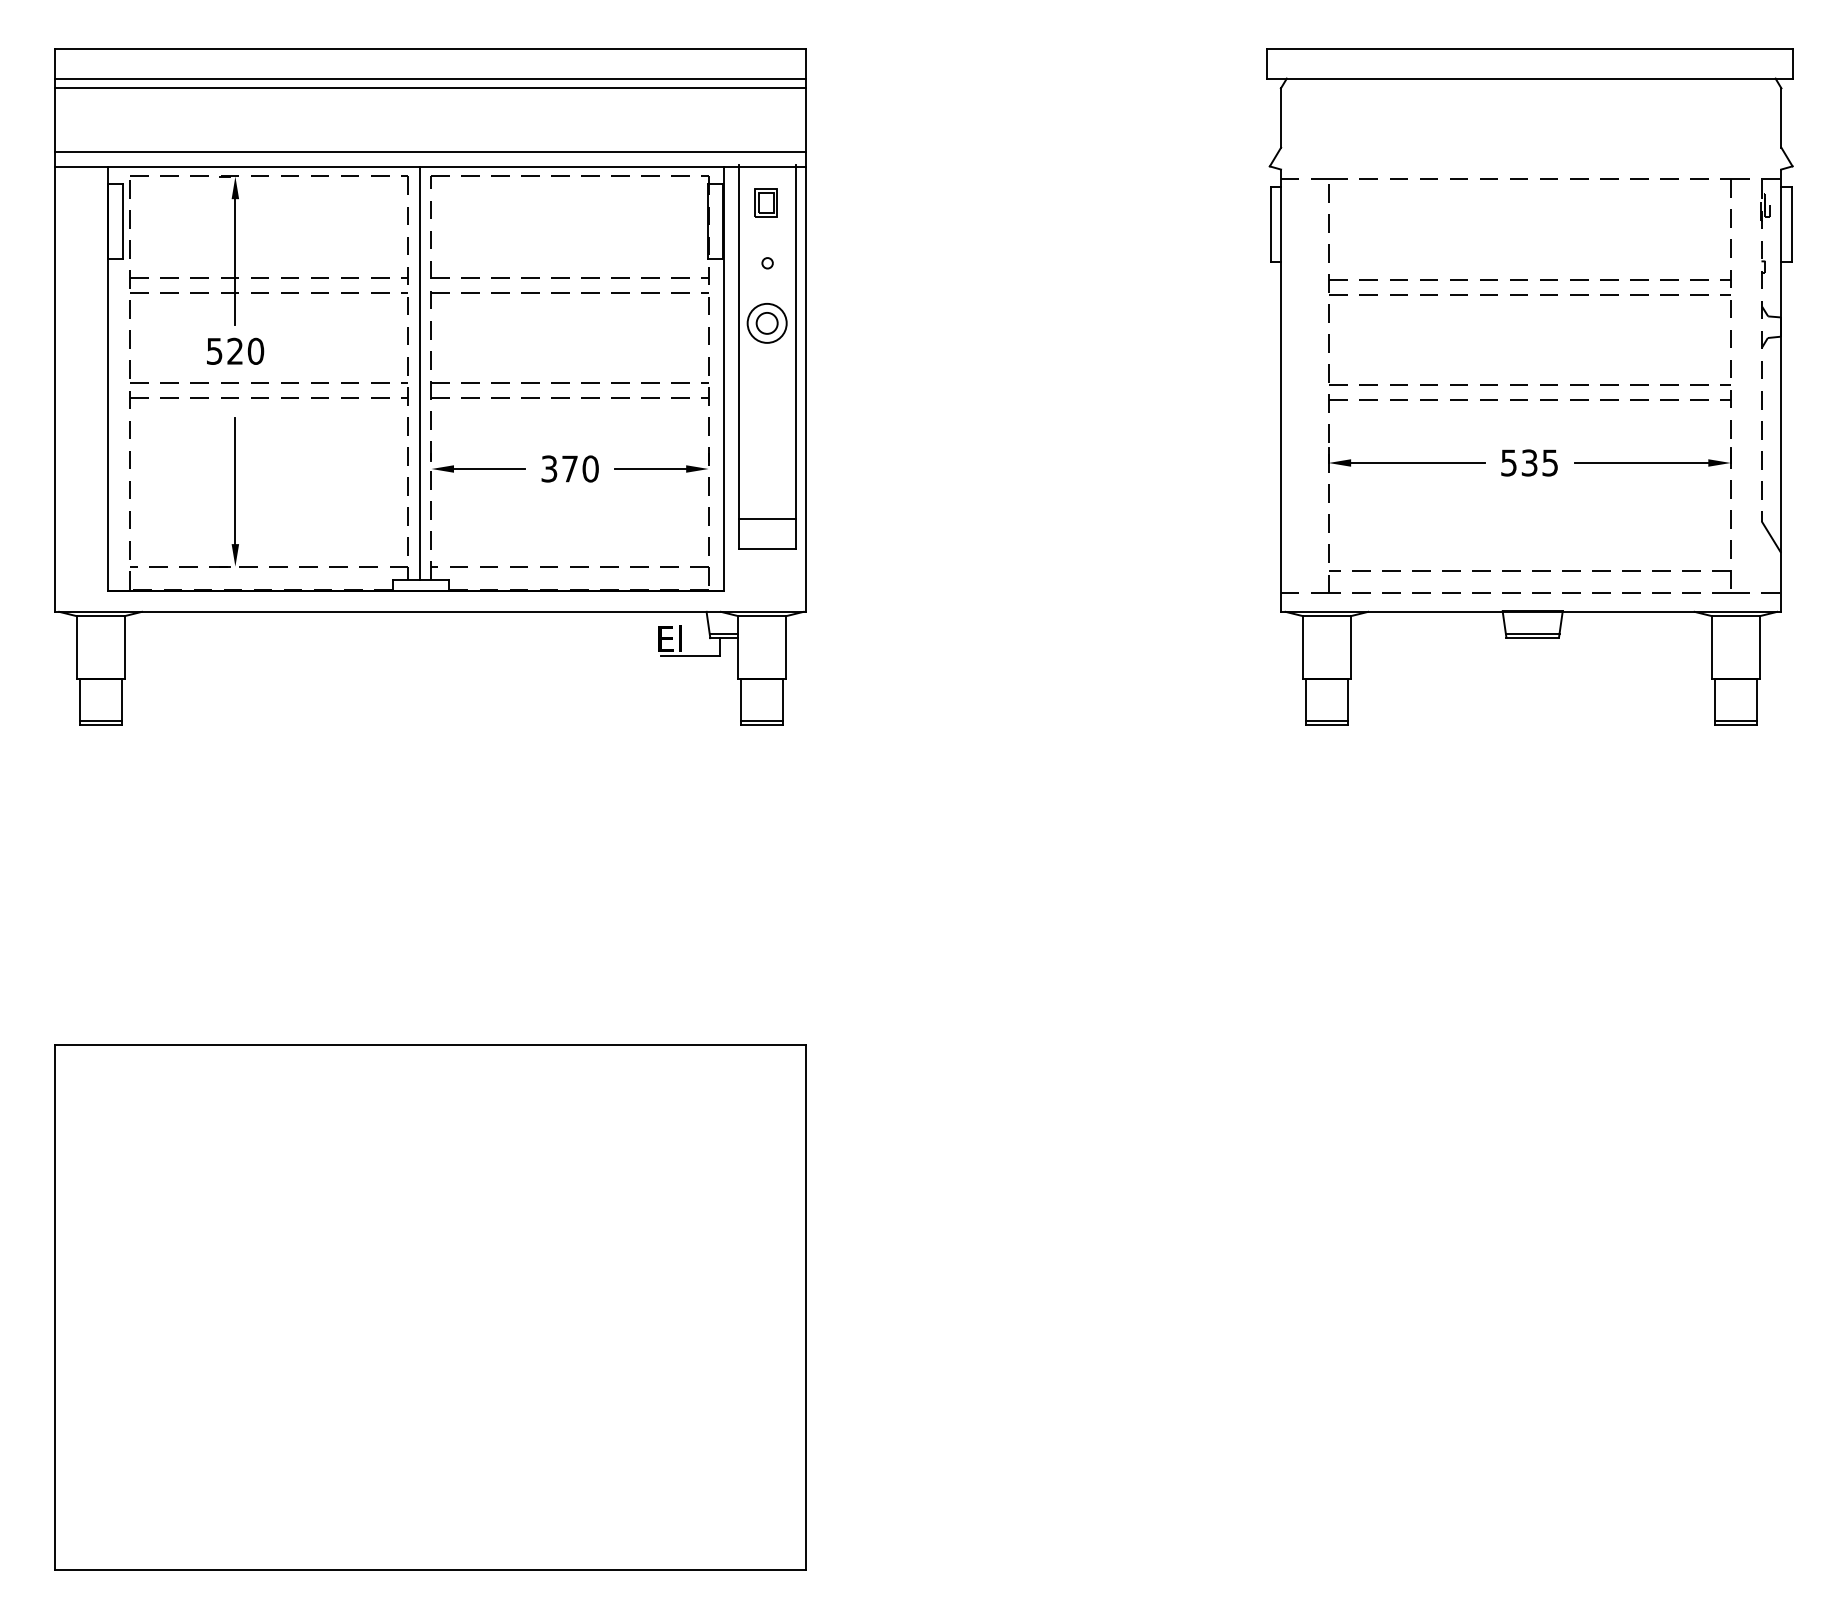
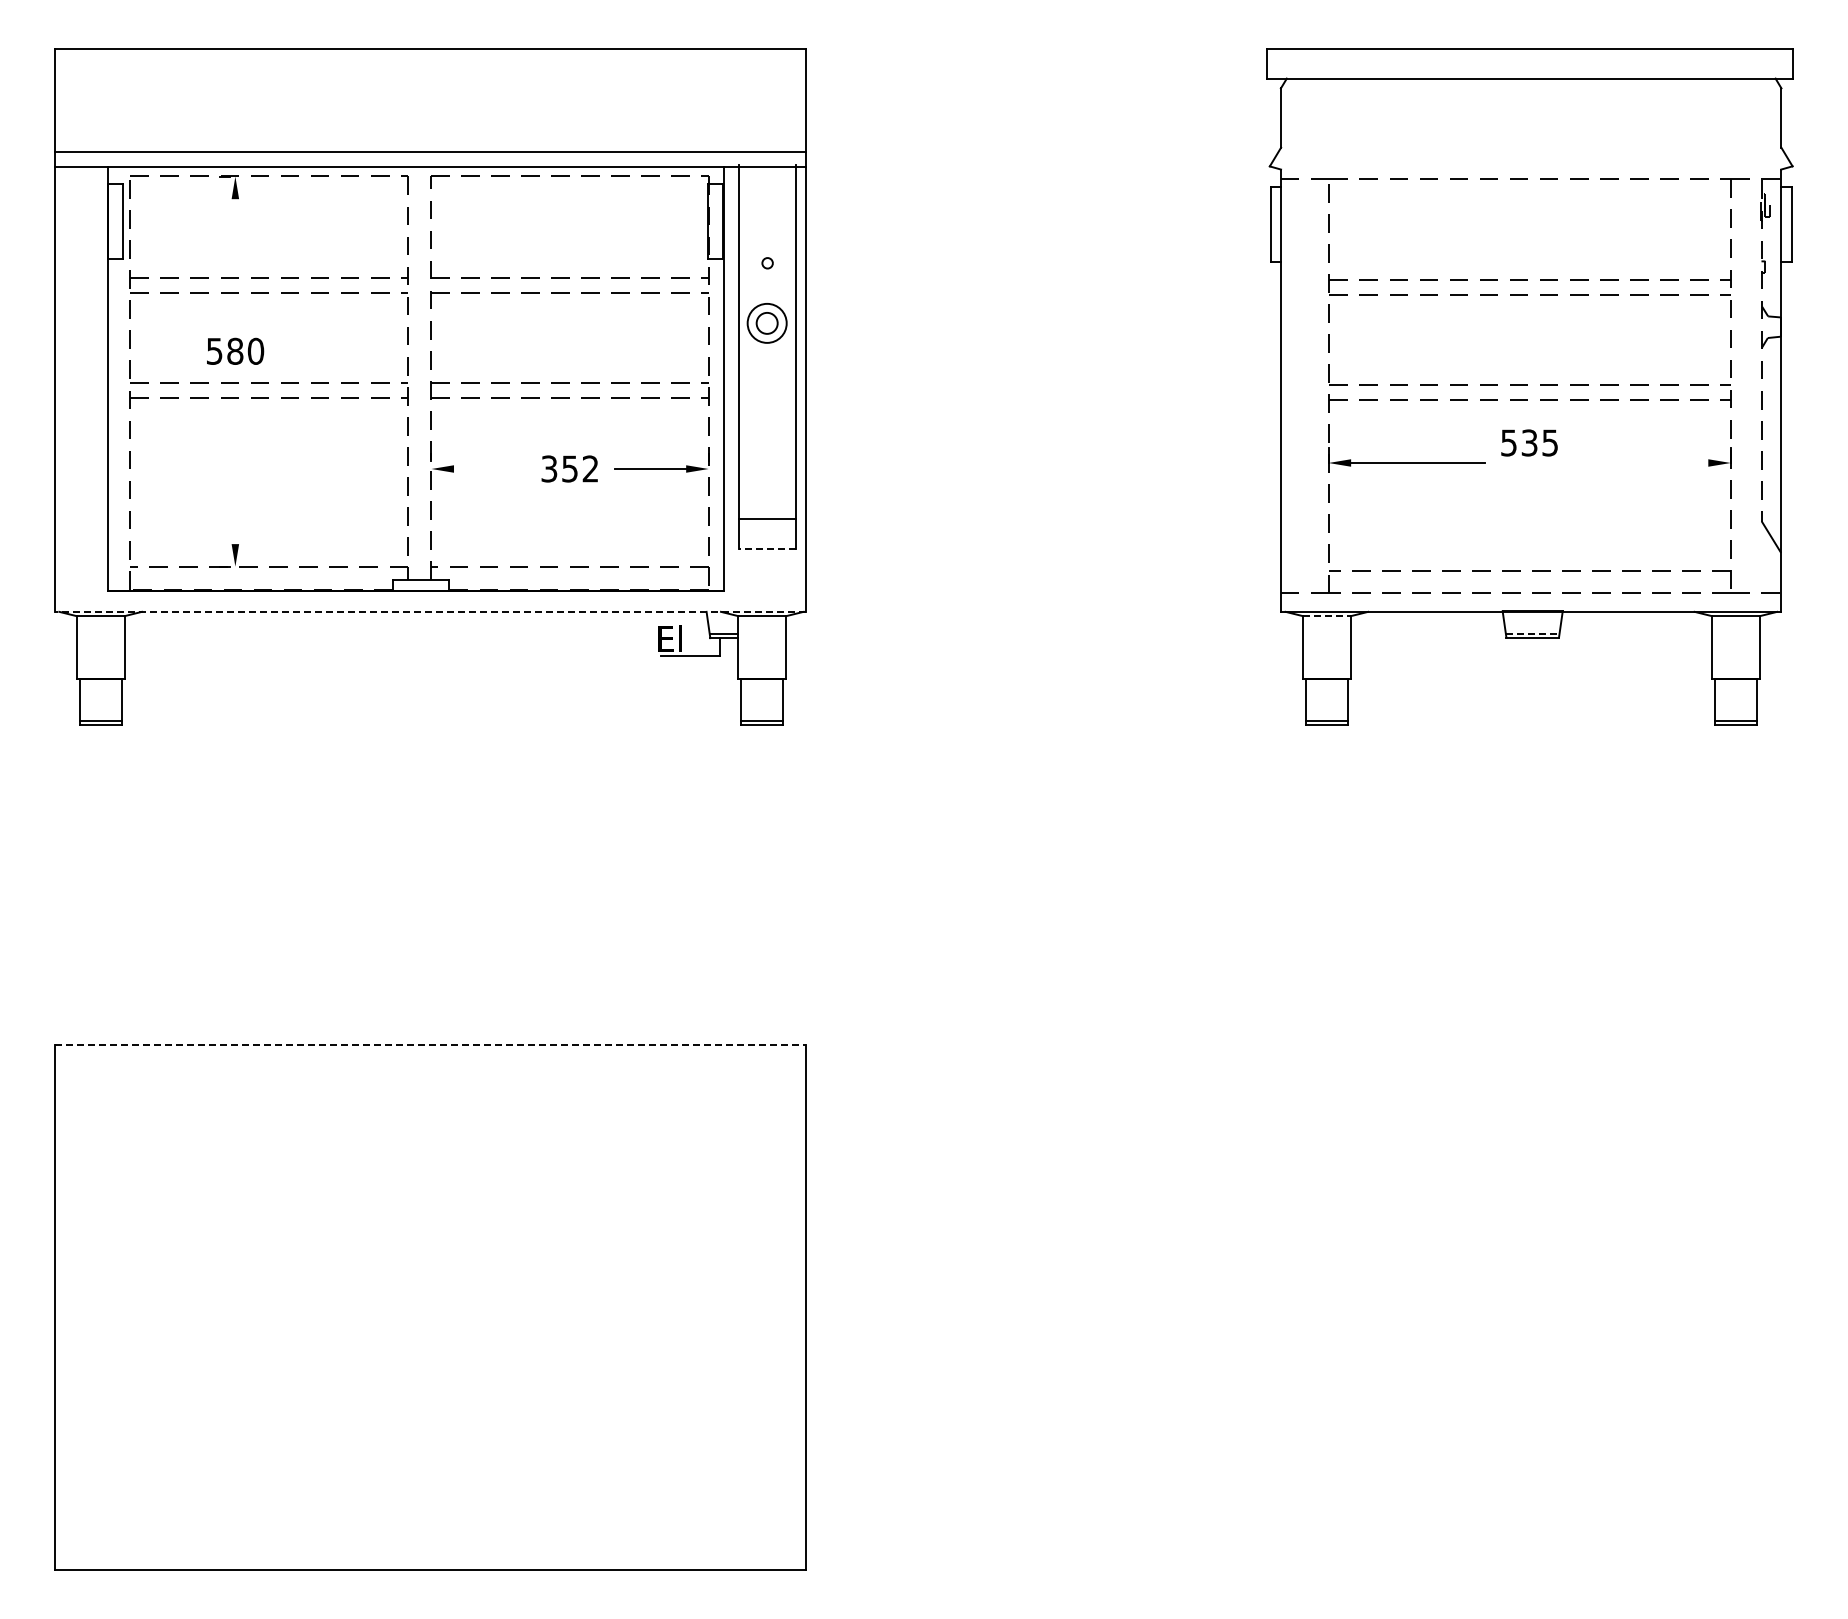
line at (430, 78): present -> none
line at (430, 88): present -> none
part at (765, 202): present -> none
line at (235, 262): present -> none
text at (235, 350): 520 -> 580
line at (419, 372): present -> none
text at (1529, 462) position: (1529, 462) -> (1529, 442)
line at (1641, 463): present -> none
text at (580, 468): 370 -> 352
line at (489, 469): present -> none
line at (235, 480): present -> none
line at (767, 548): solid -> dashed
line at (430, 611): solid -> dashed
line at (1327, 616): solid -> dashed
line at (1532, 633): solid -> dashed
line at (430, 1044): solid -> dashed
